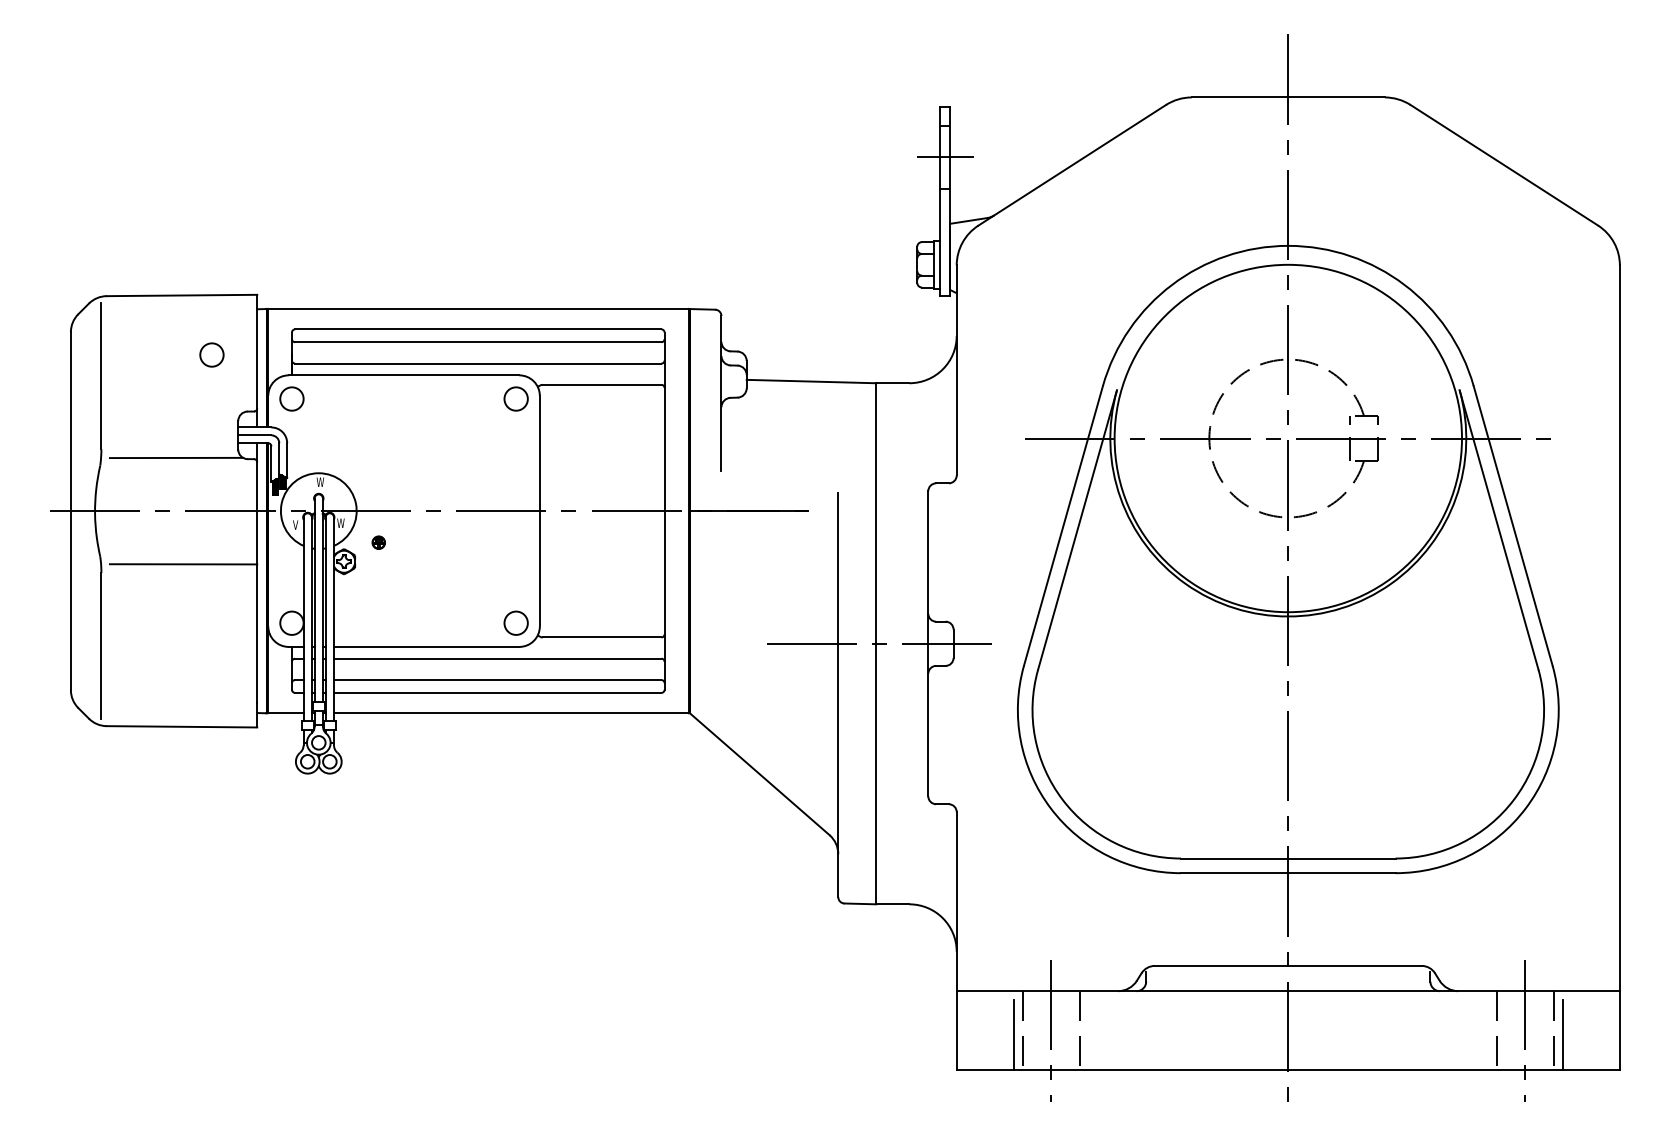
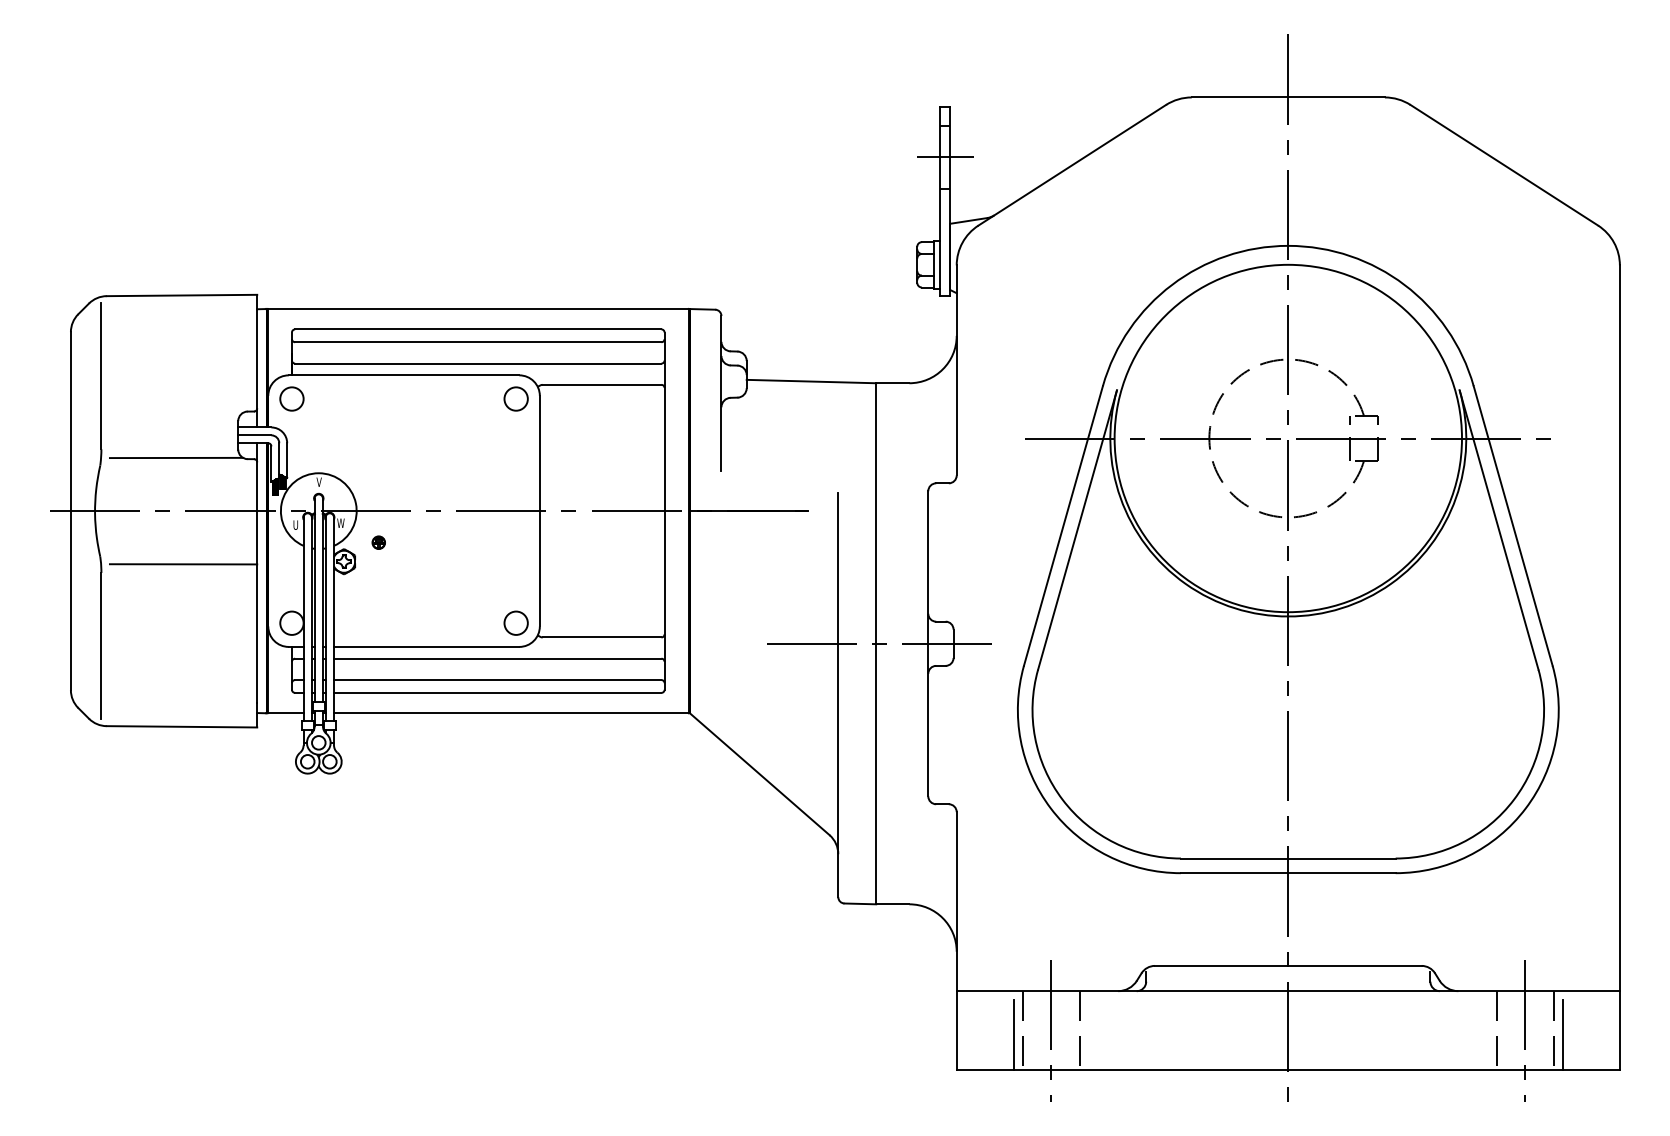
circle at (211, 354): present -> none
text at (319, 481): W -> V
text at (295, 524): V -> U
